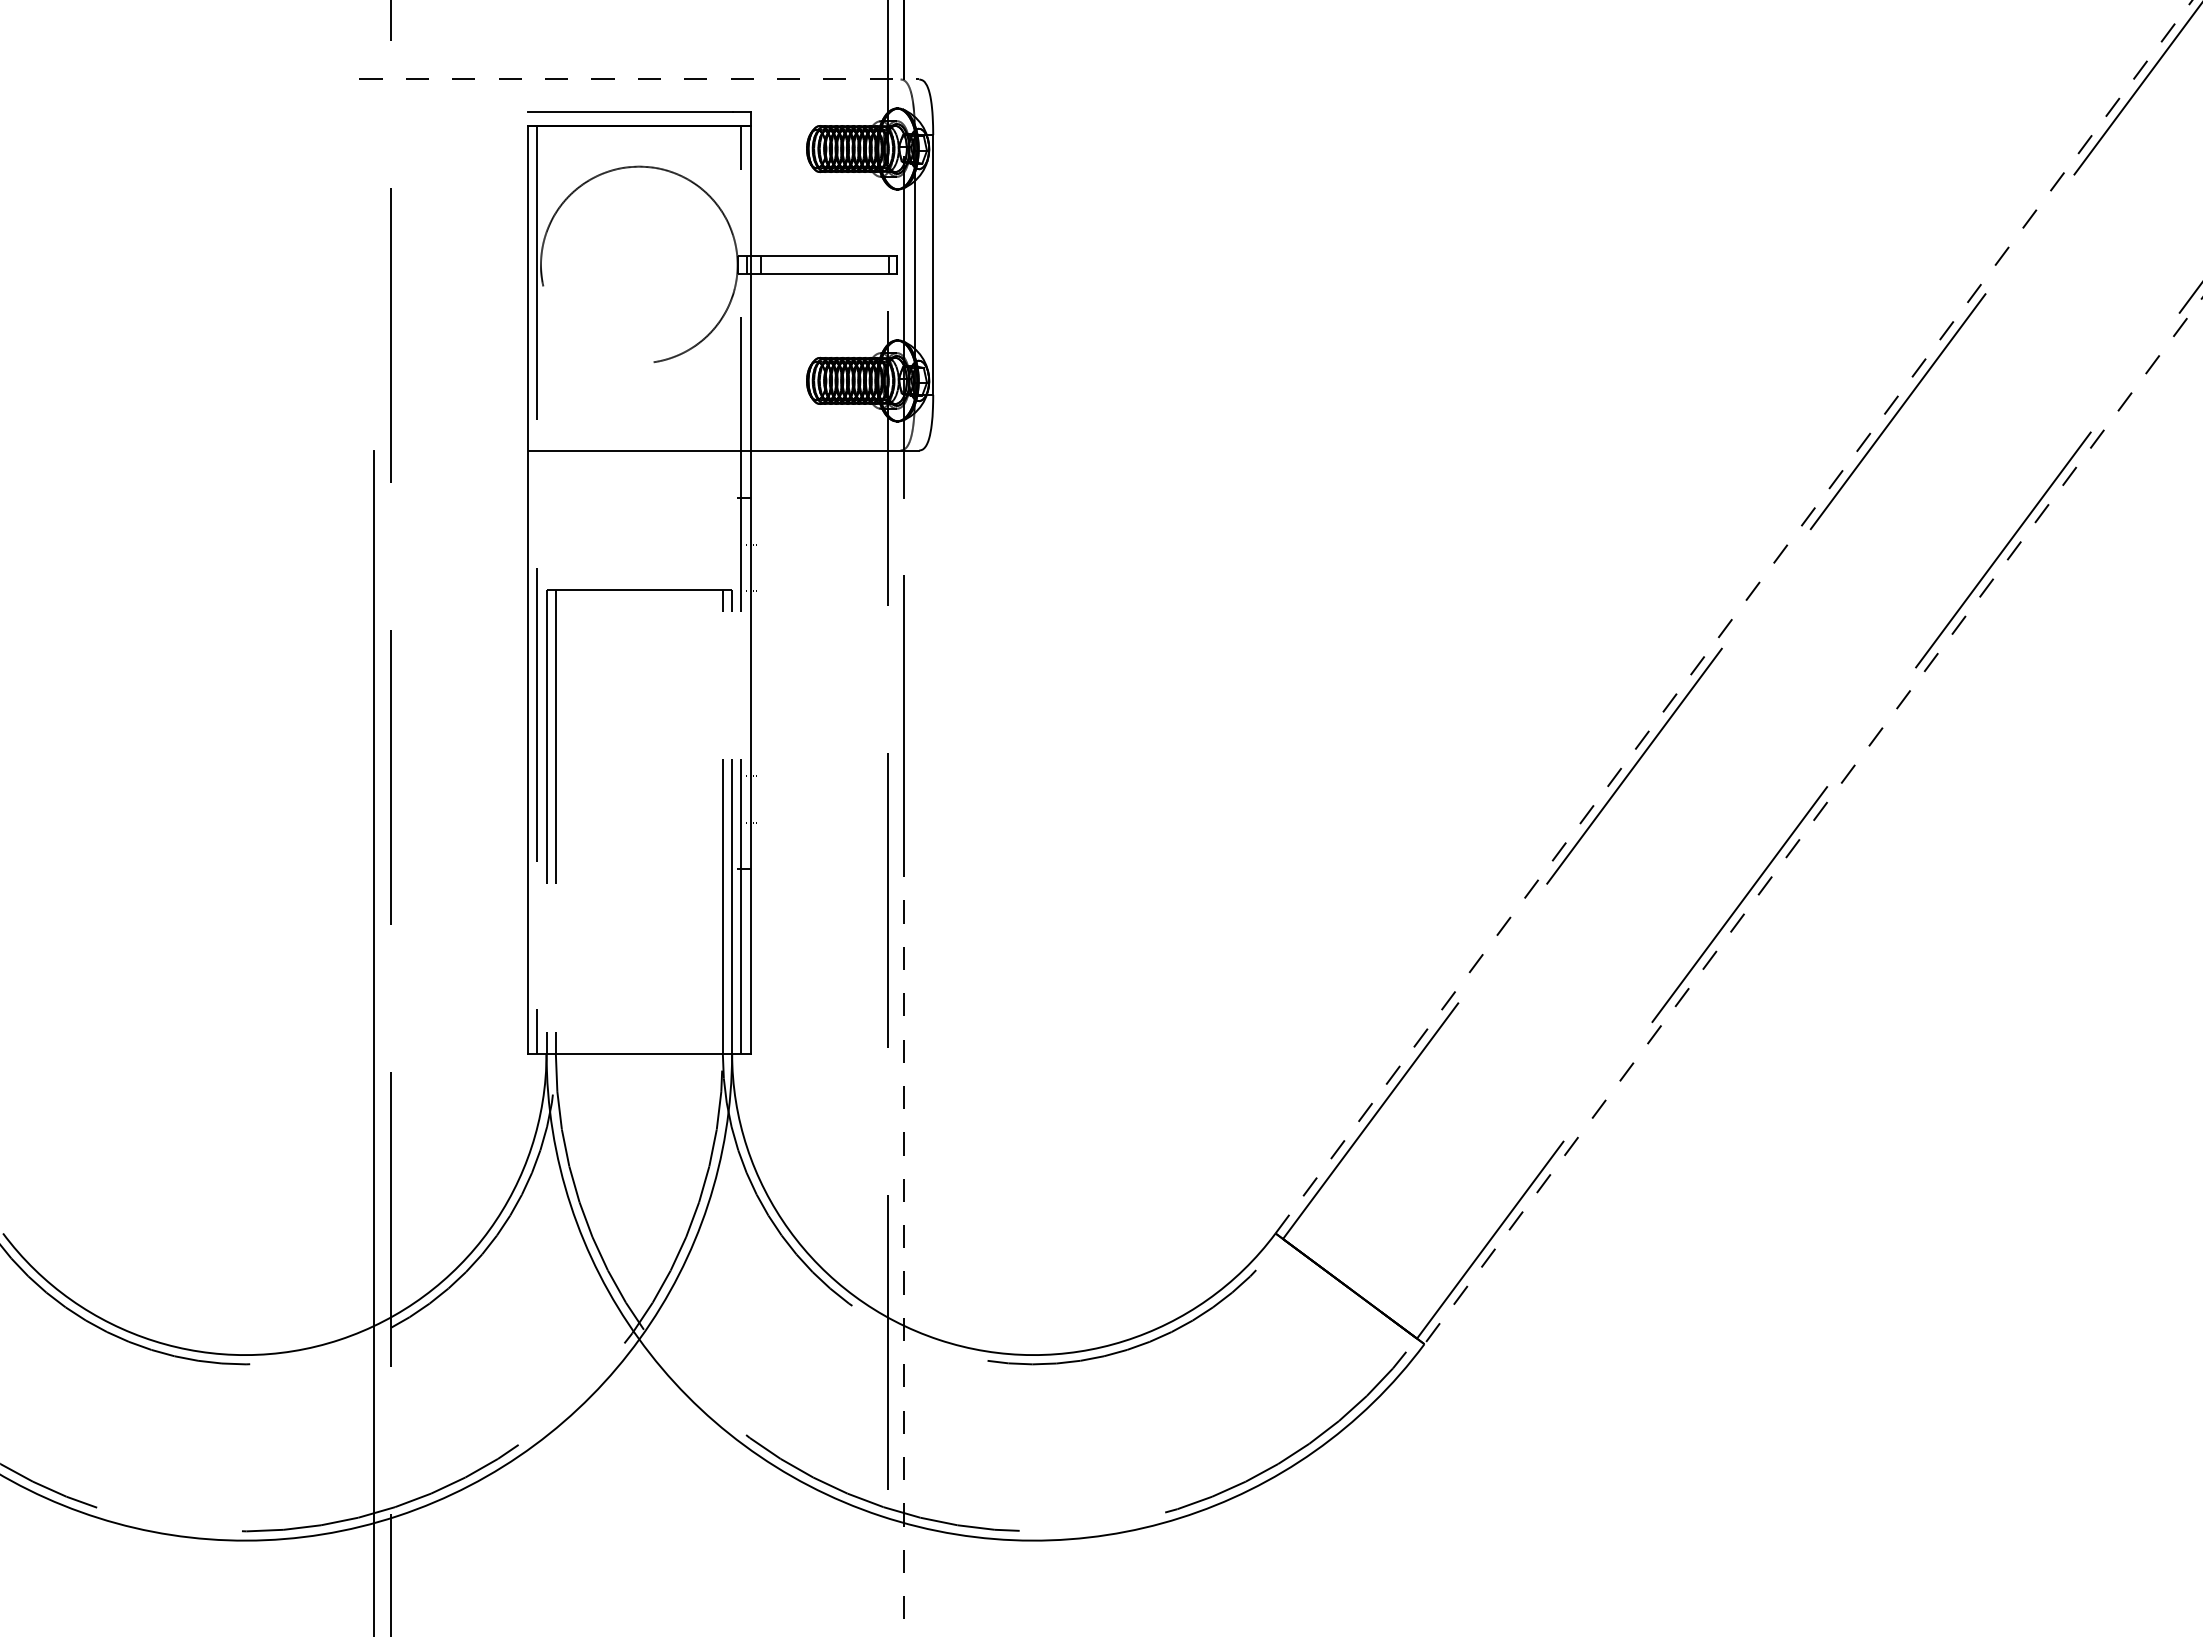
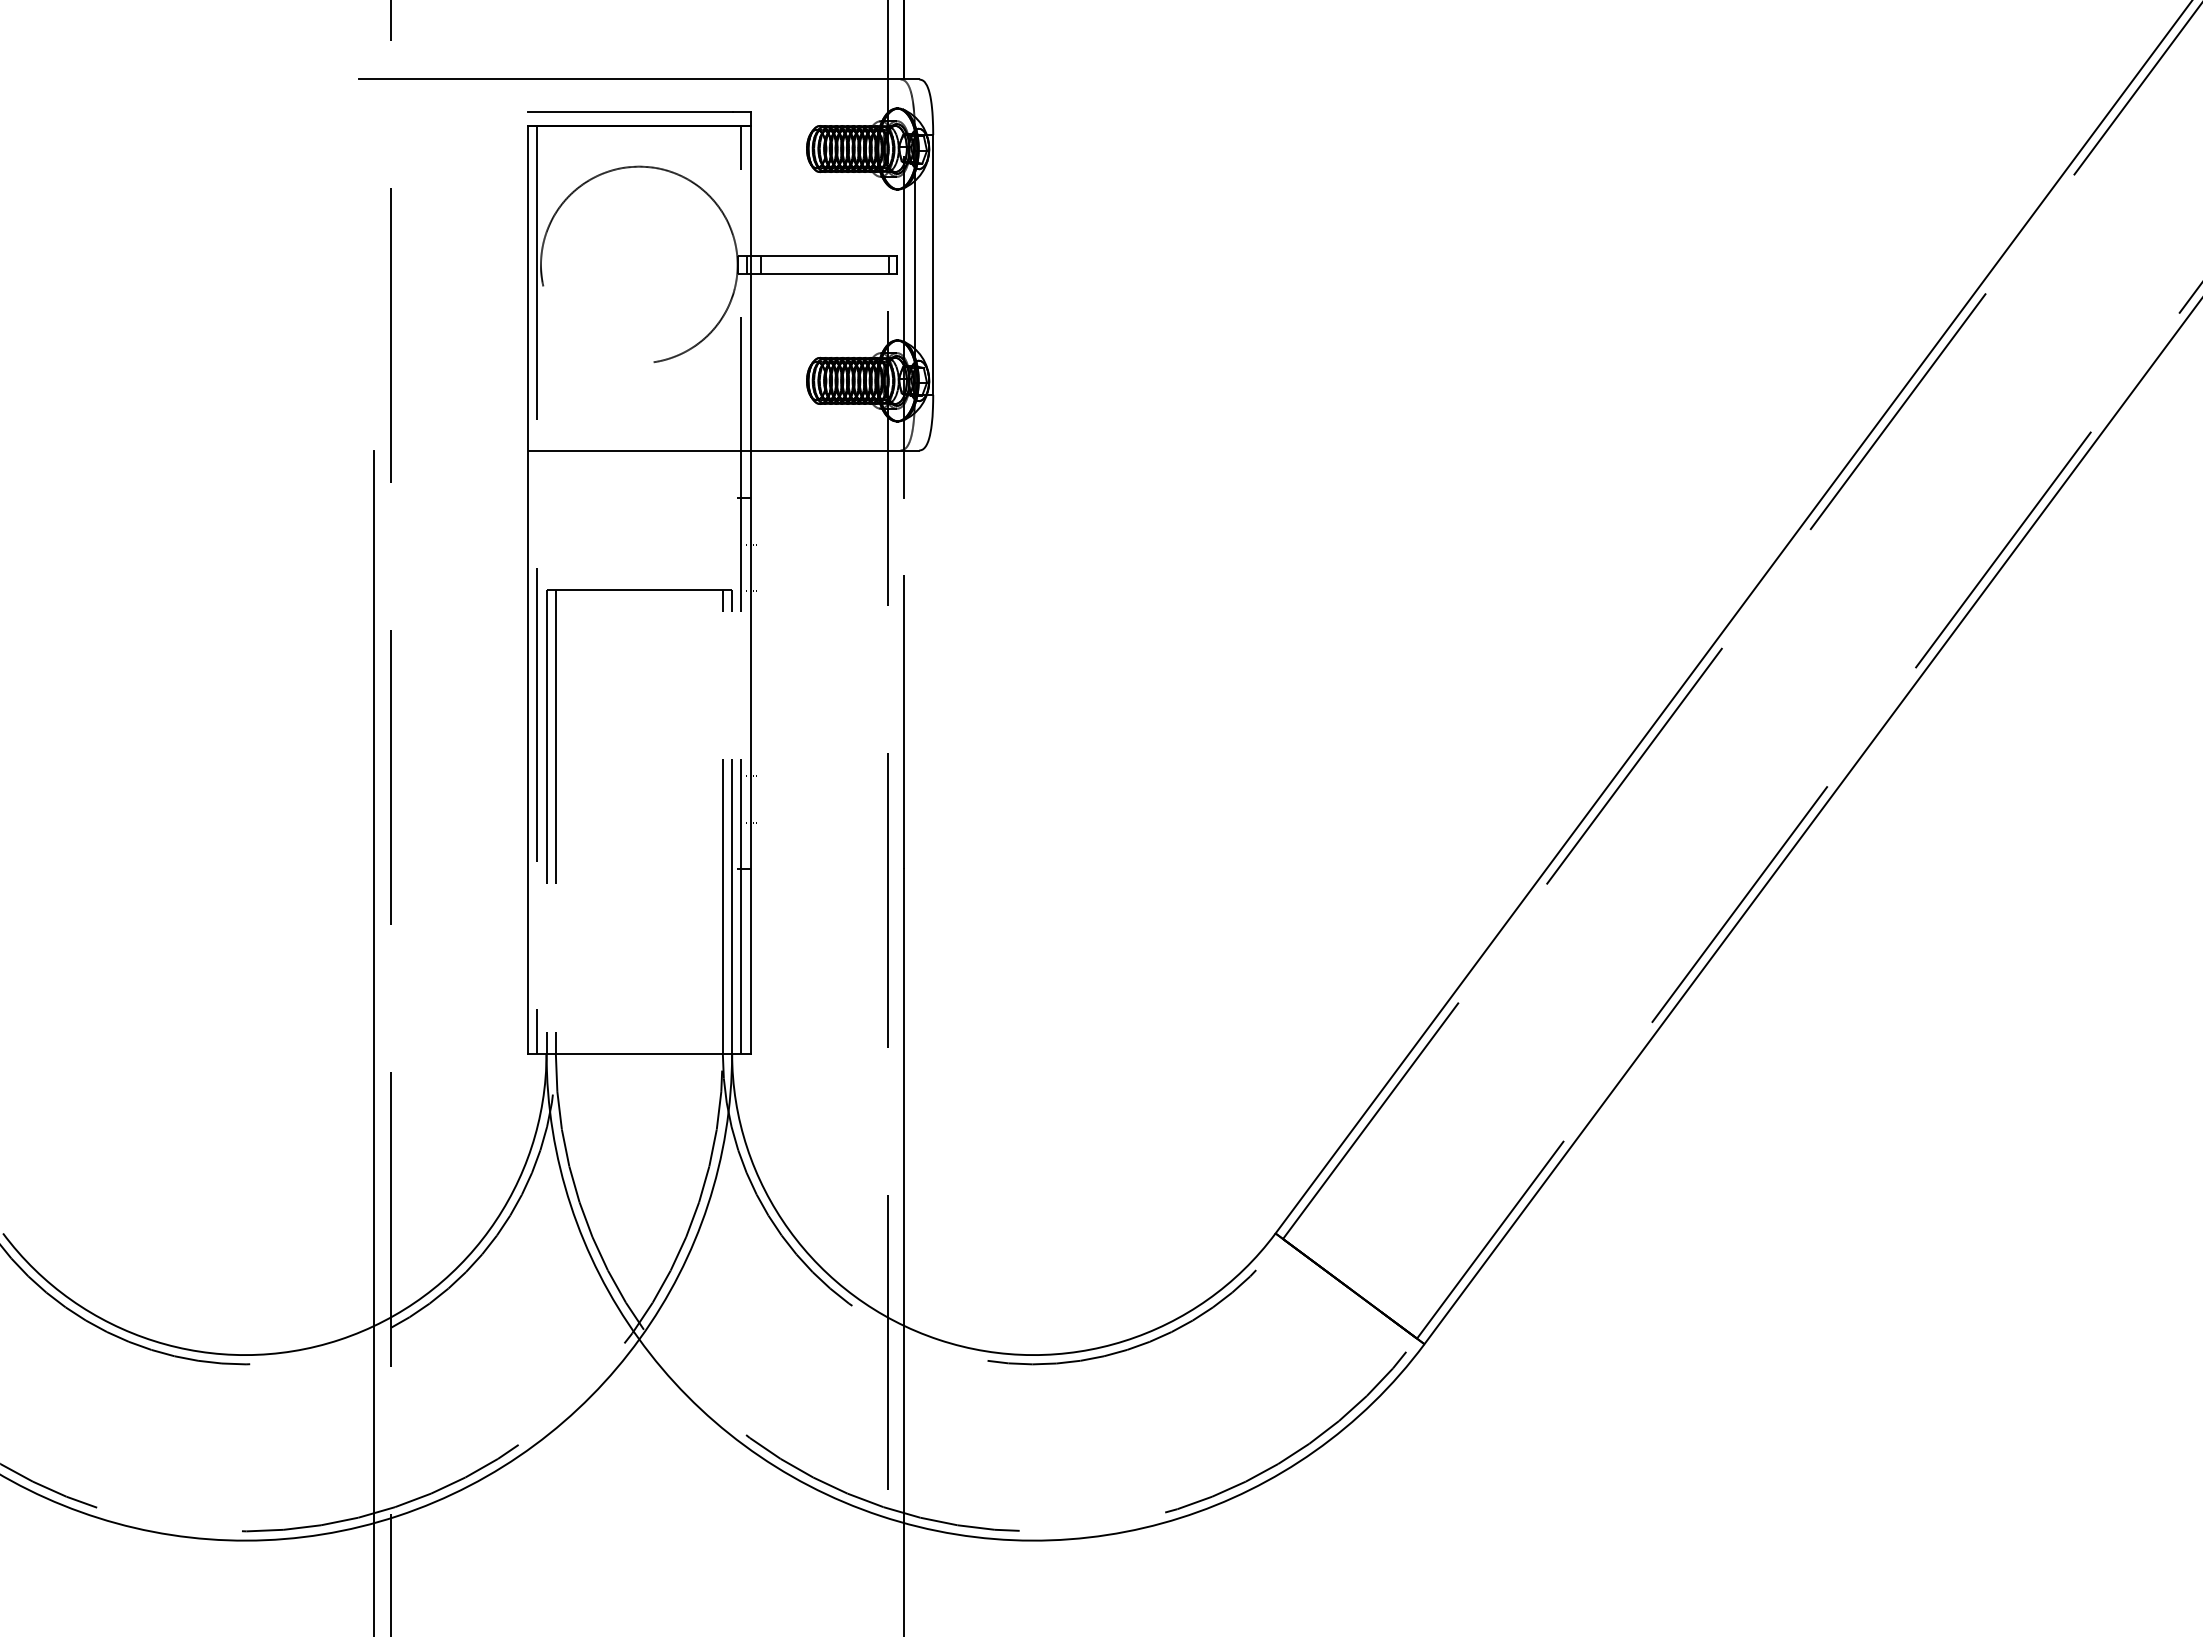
line at (639, 79): dashed -> solid
line at (1734, 616): dashed -> solid
line at (1813, 820): dashed -> solid
line at (904, 1252): dashed -> solid
